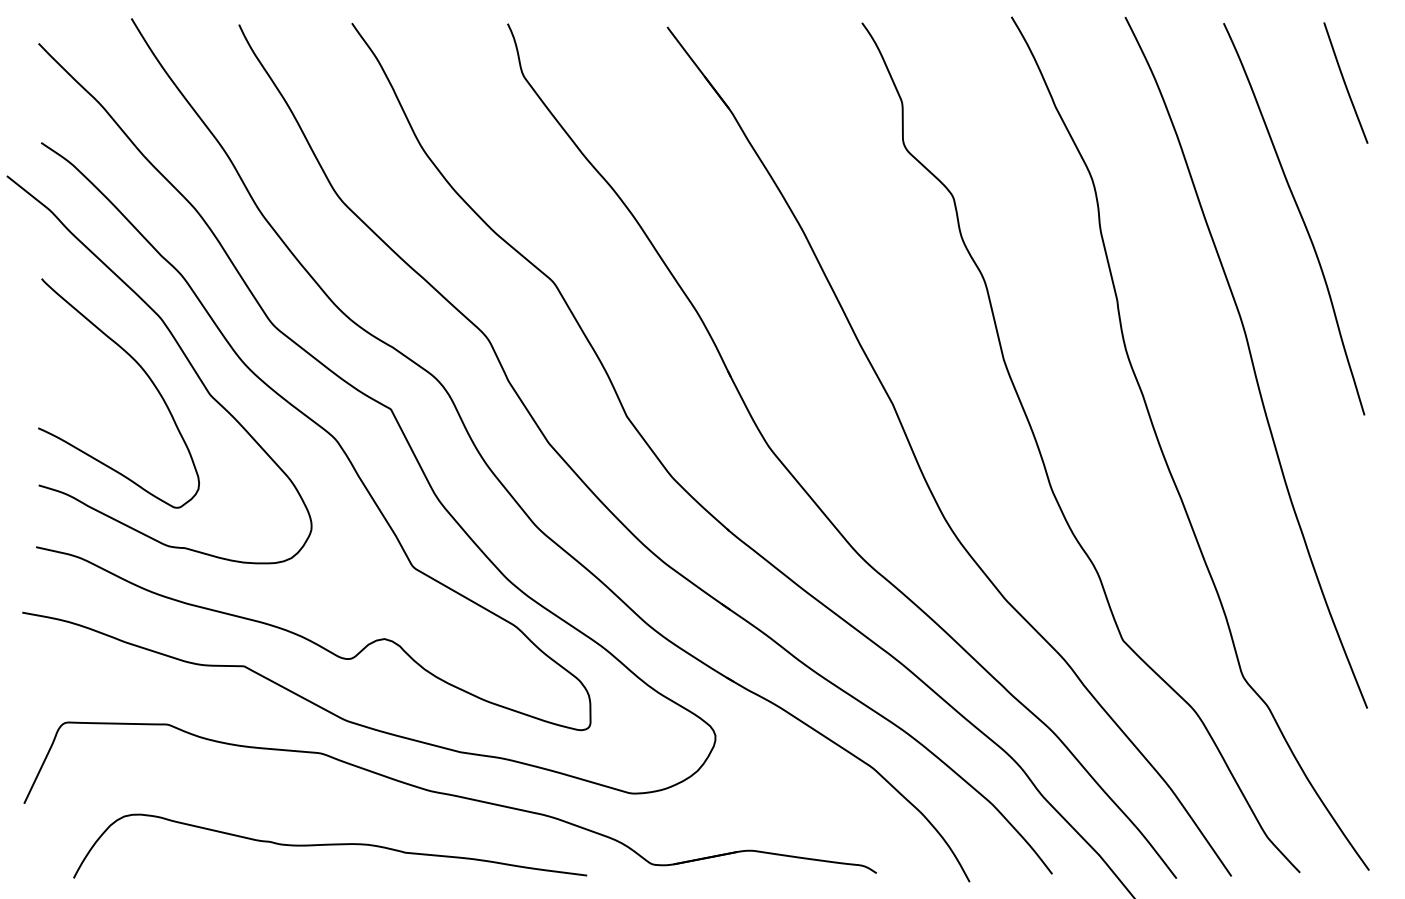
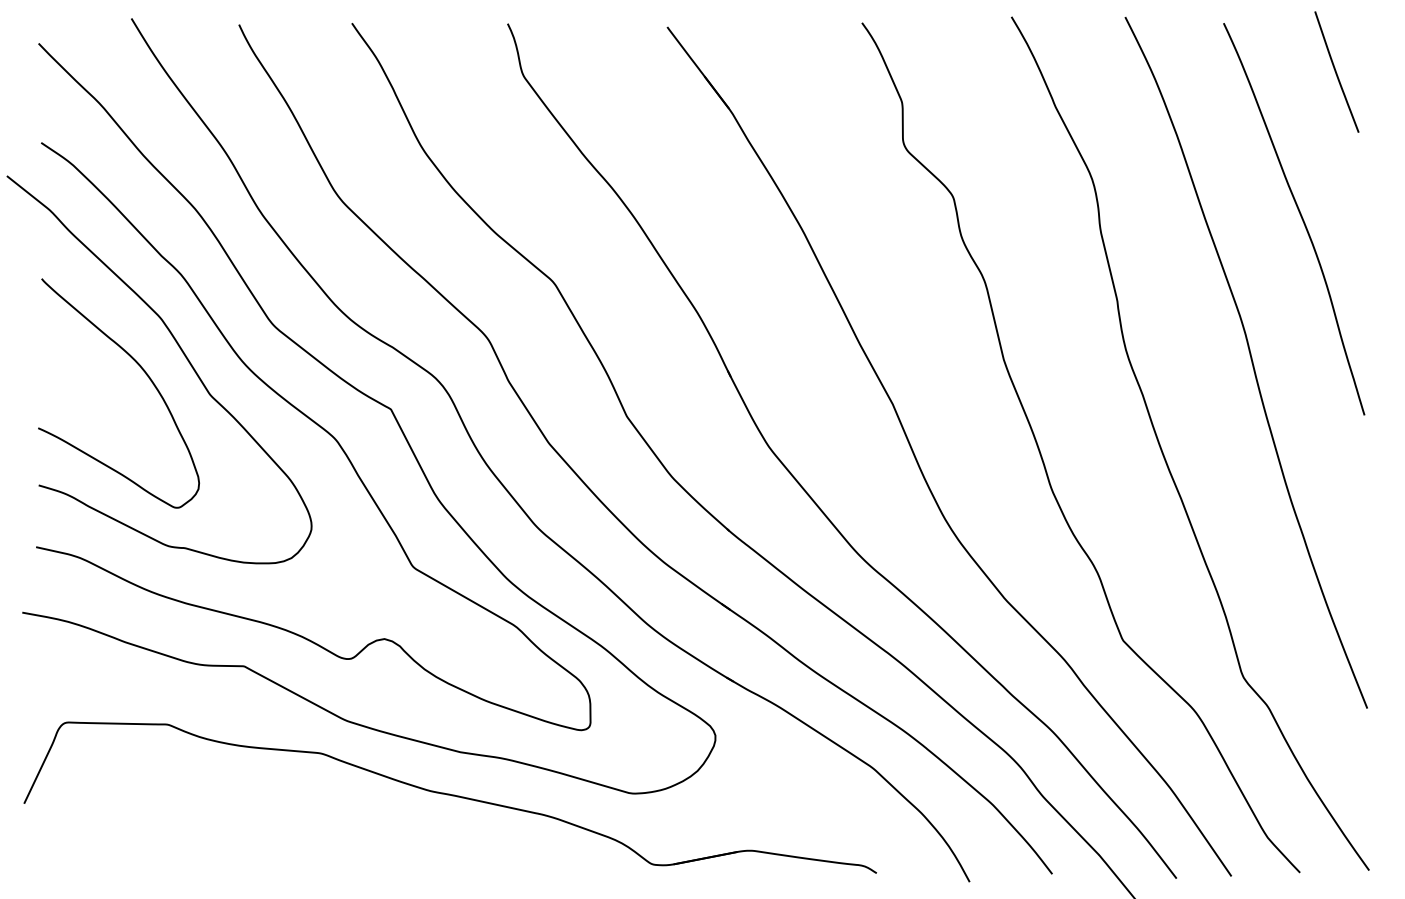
curve at (1345, 82) position: (1345, 82) -> (1336, 71)
curve at (330, 845): present -> none
